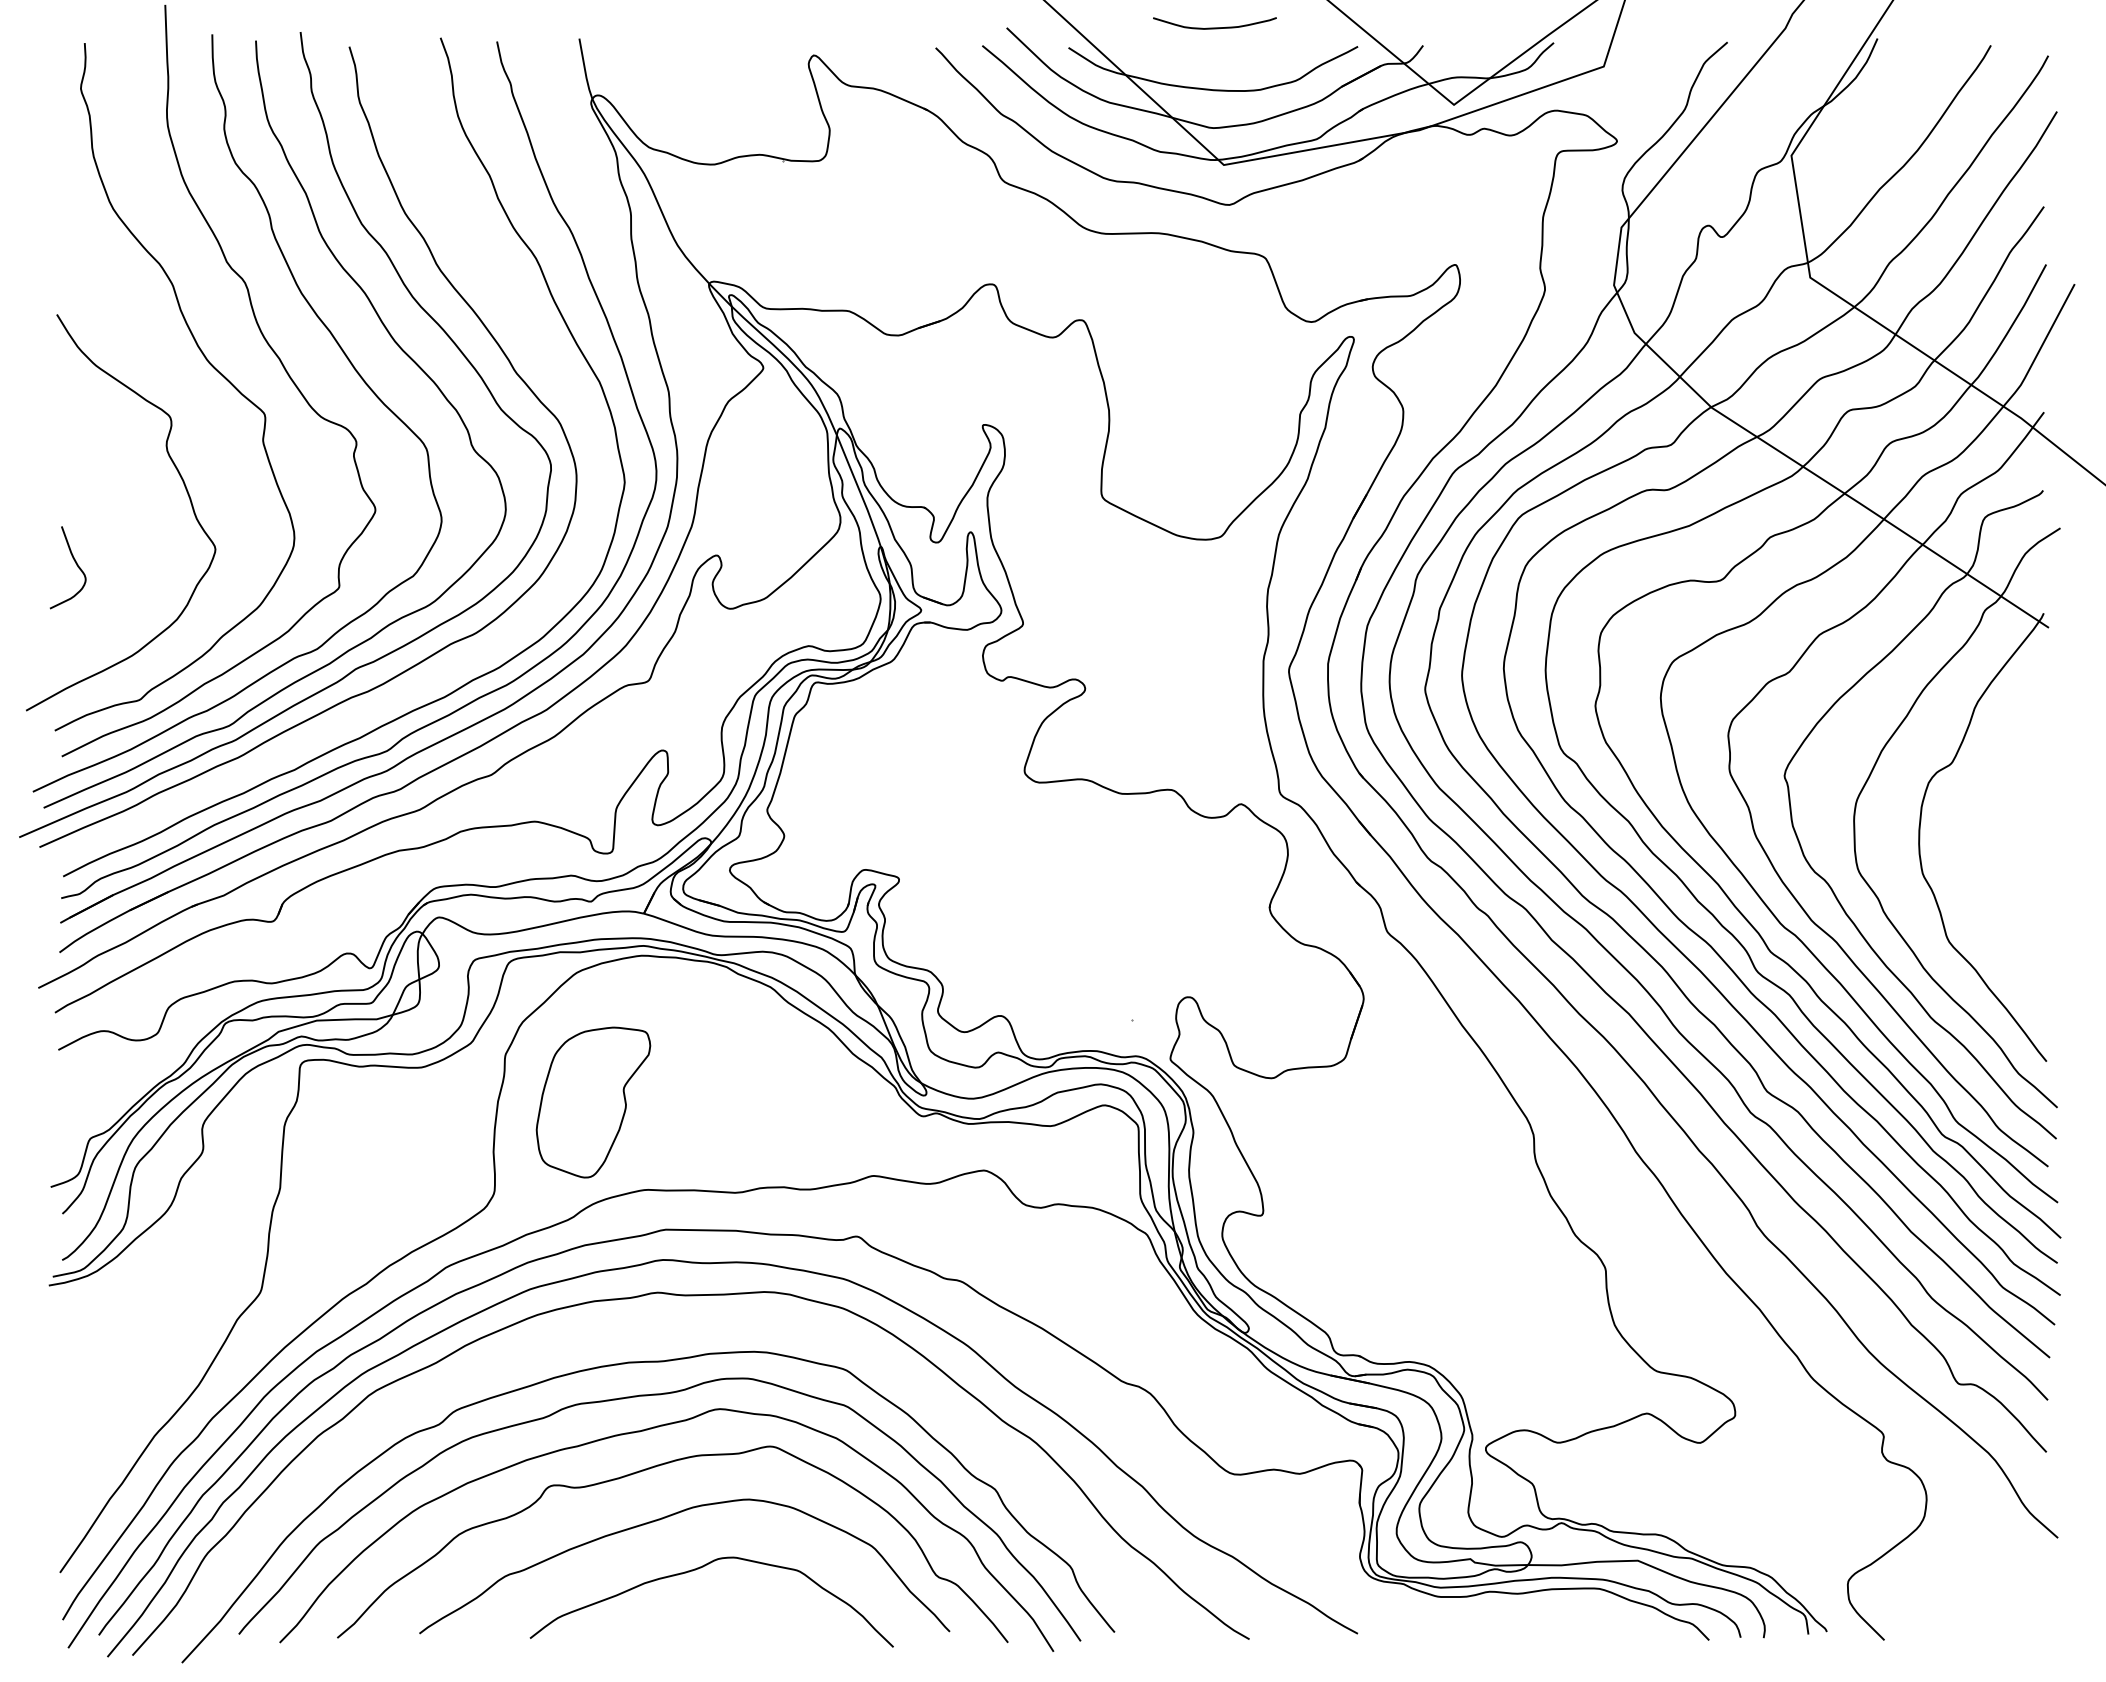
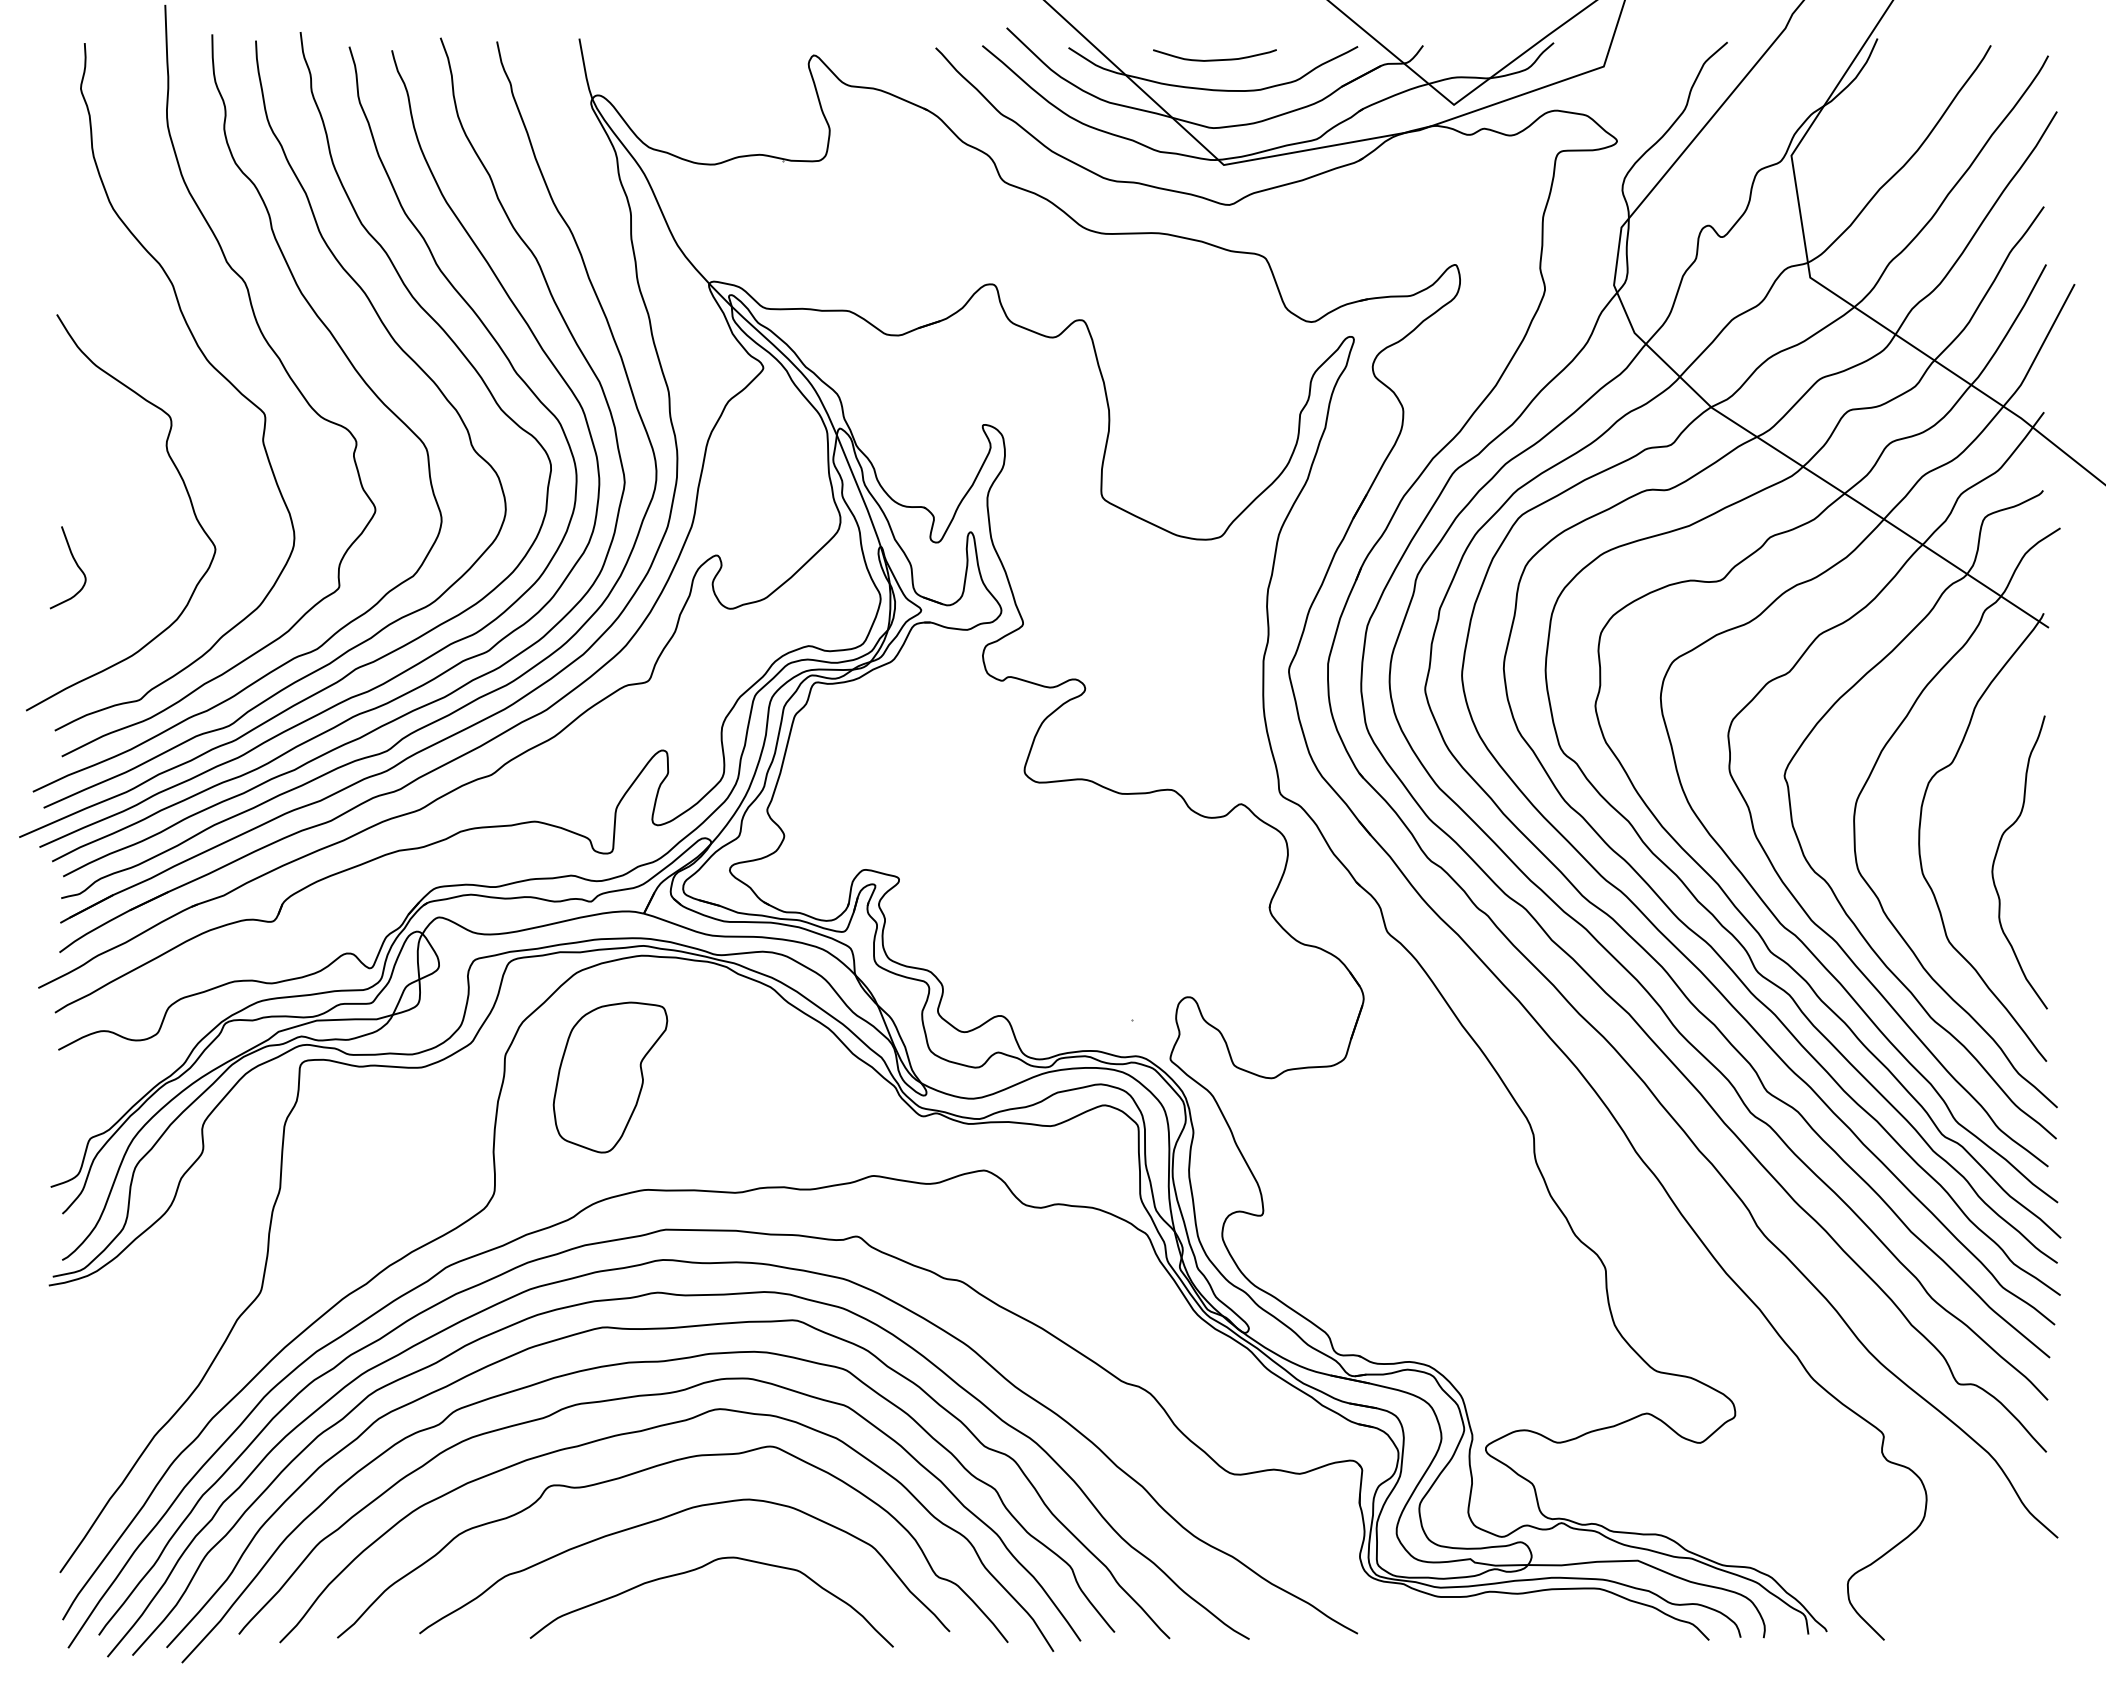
curve at (1214, 27) position: (1214, 27) -> (1214, 59)
curve at (531, 333): none -> present
curve at (1996, 857): none -> present
part at (593, 1102) position: (593, 1102) -> (610, 1077)
curve at (668, 1329): none -> present
